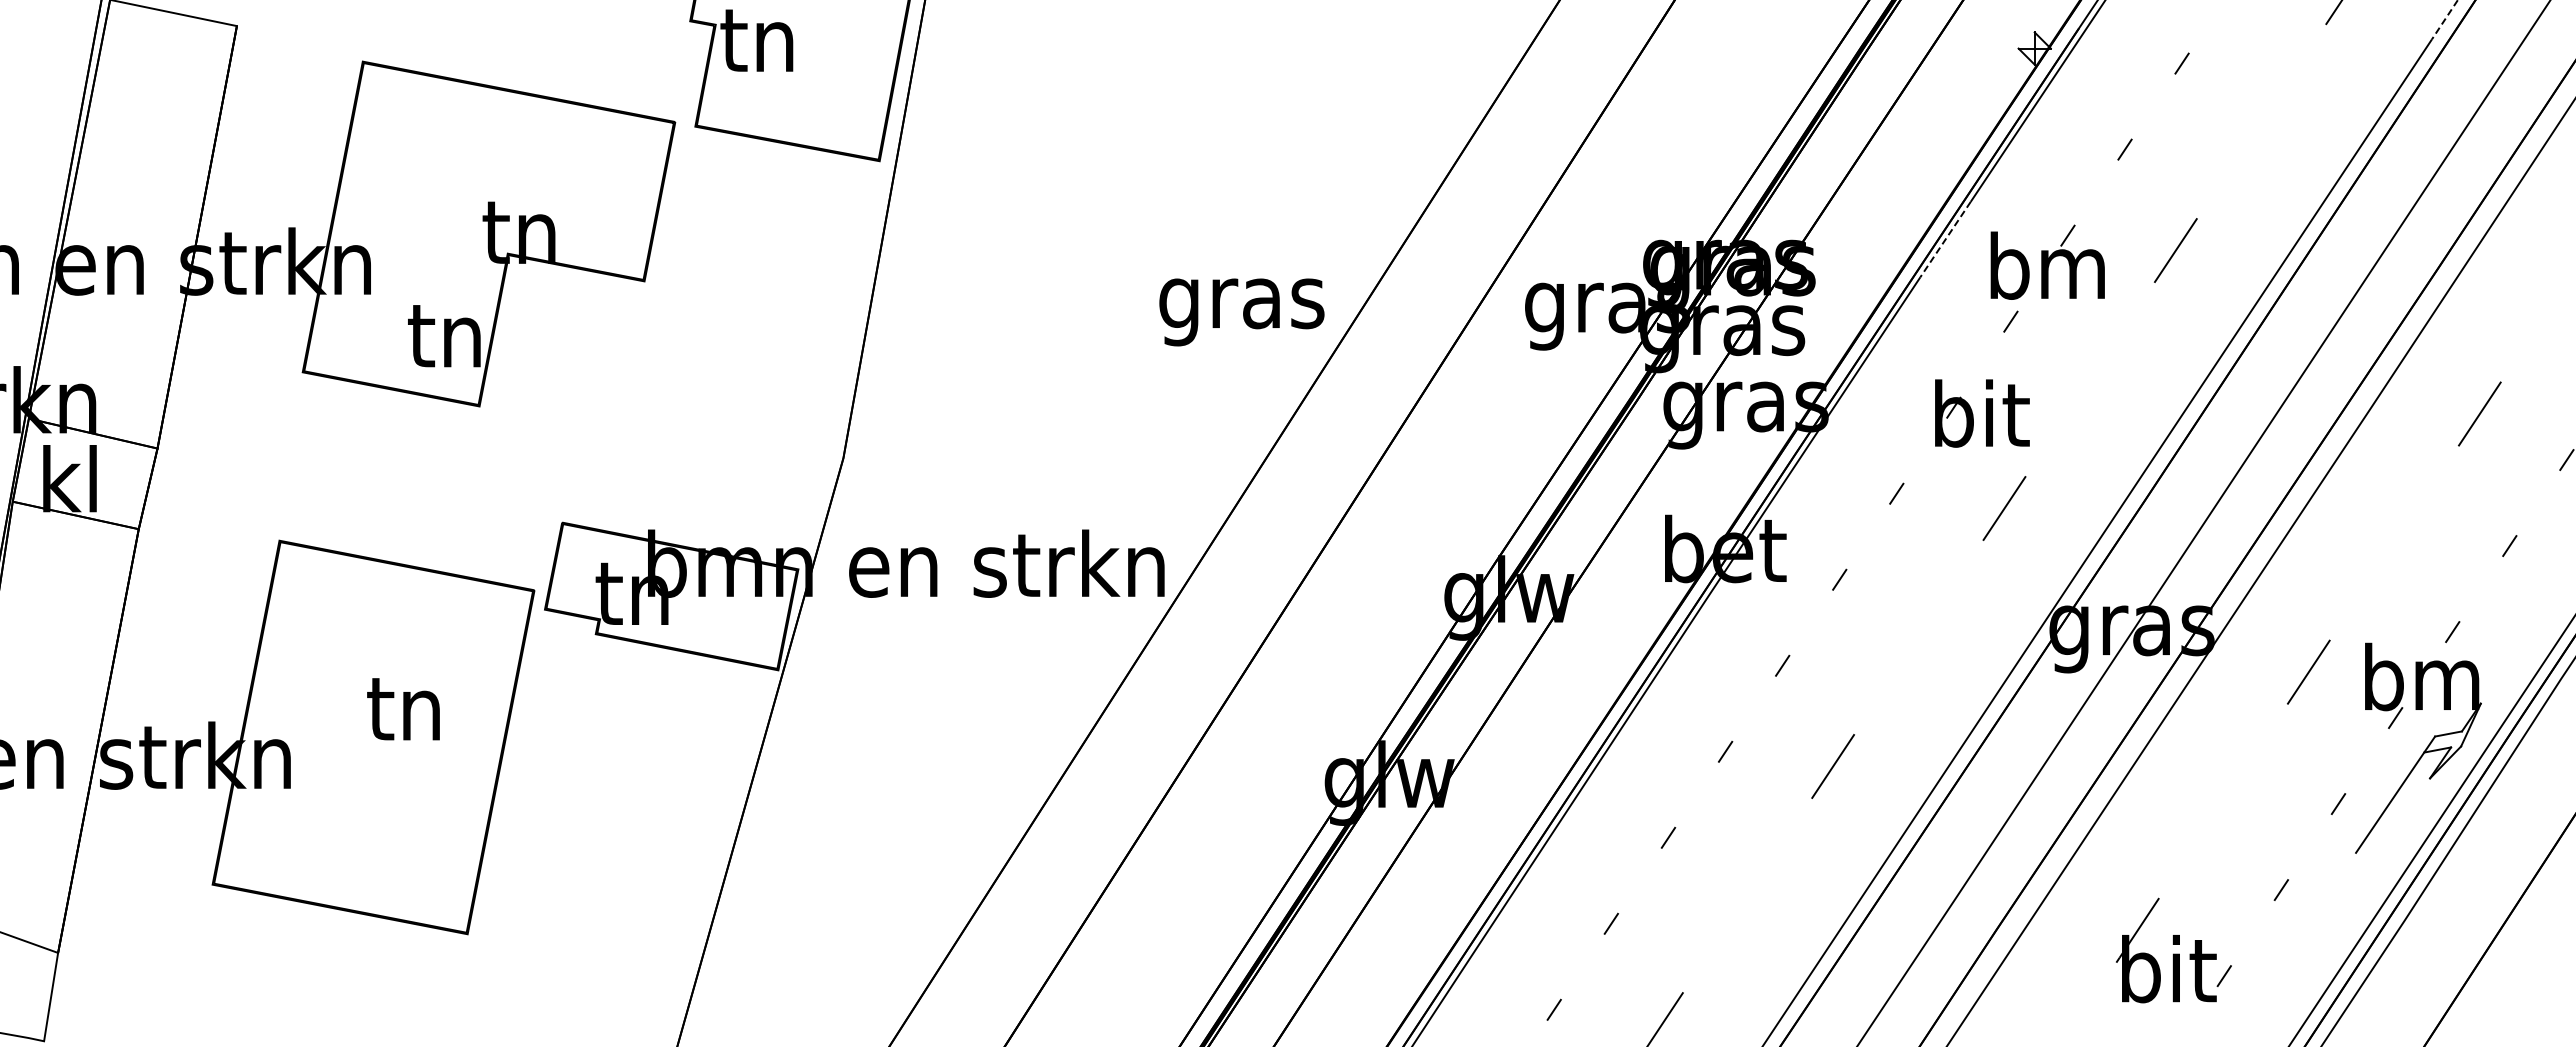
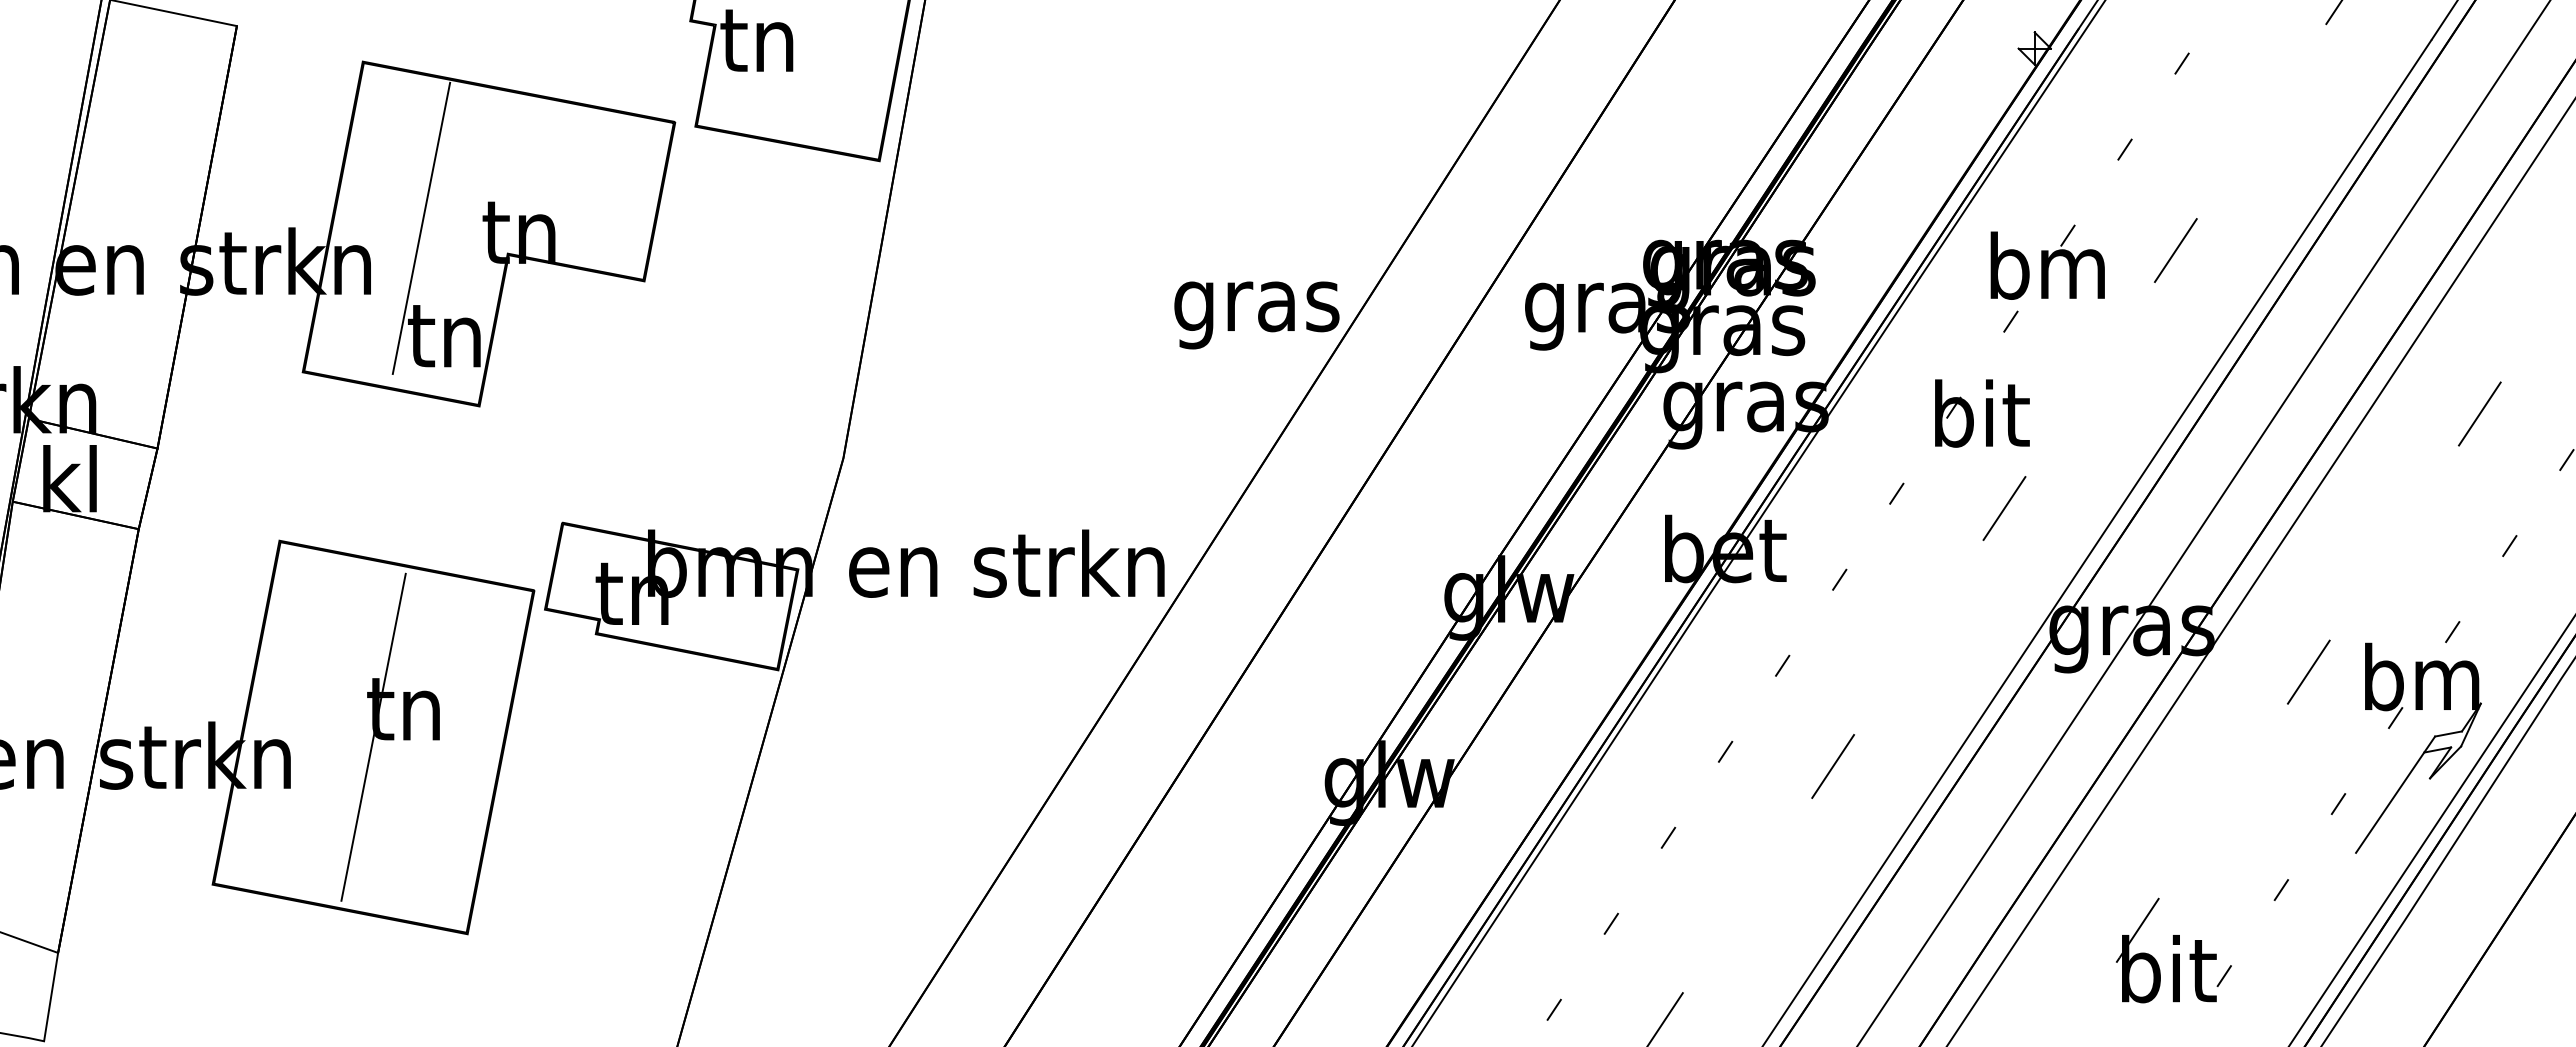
line at (2444, 20): dashed -> solid
line at (421, 227): none -> present
line at (1945, 239): dashed -> solid
text at (1241, 312) position: (1241, 312) -> (1256, 315)
line at (373, 736): none -> present
